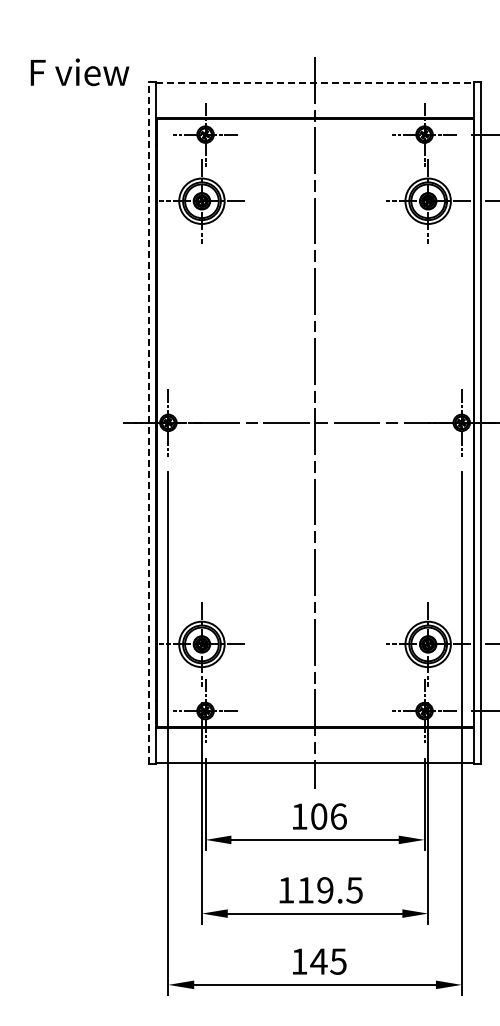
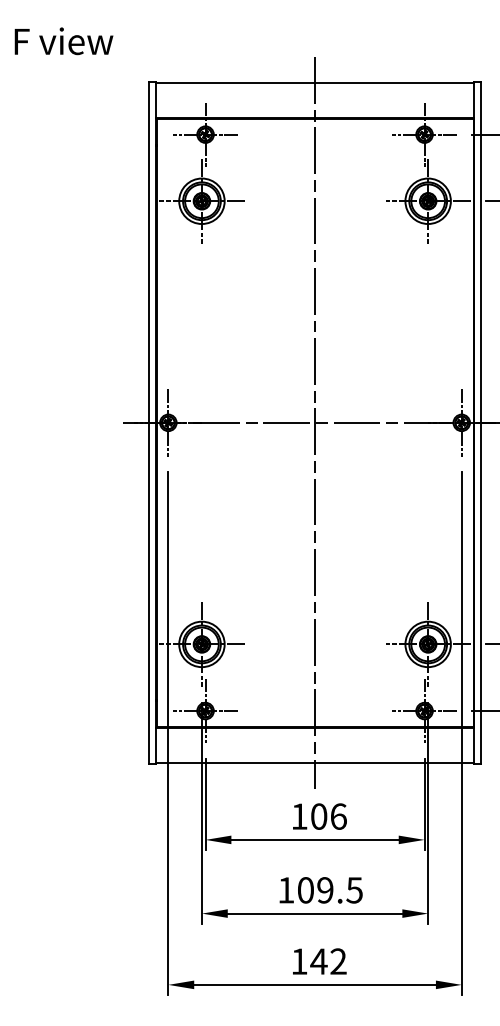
text at (79, 72) position: (79, 72) -> (63, 41)
line at (315, 83): dashed -> solid
line at (148, 422): dashed -> solid
text at (305, 890): 119.5 -> 109.5
text at (338, 961): 145 -> 142
